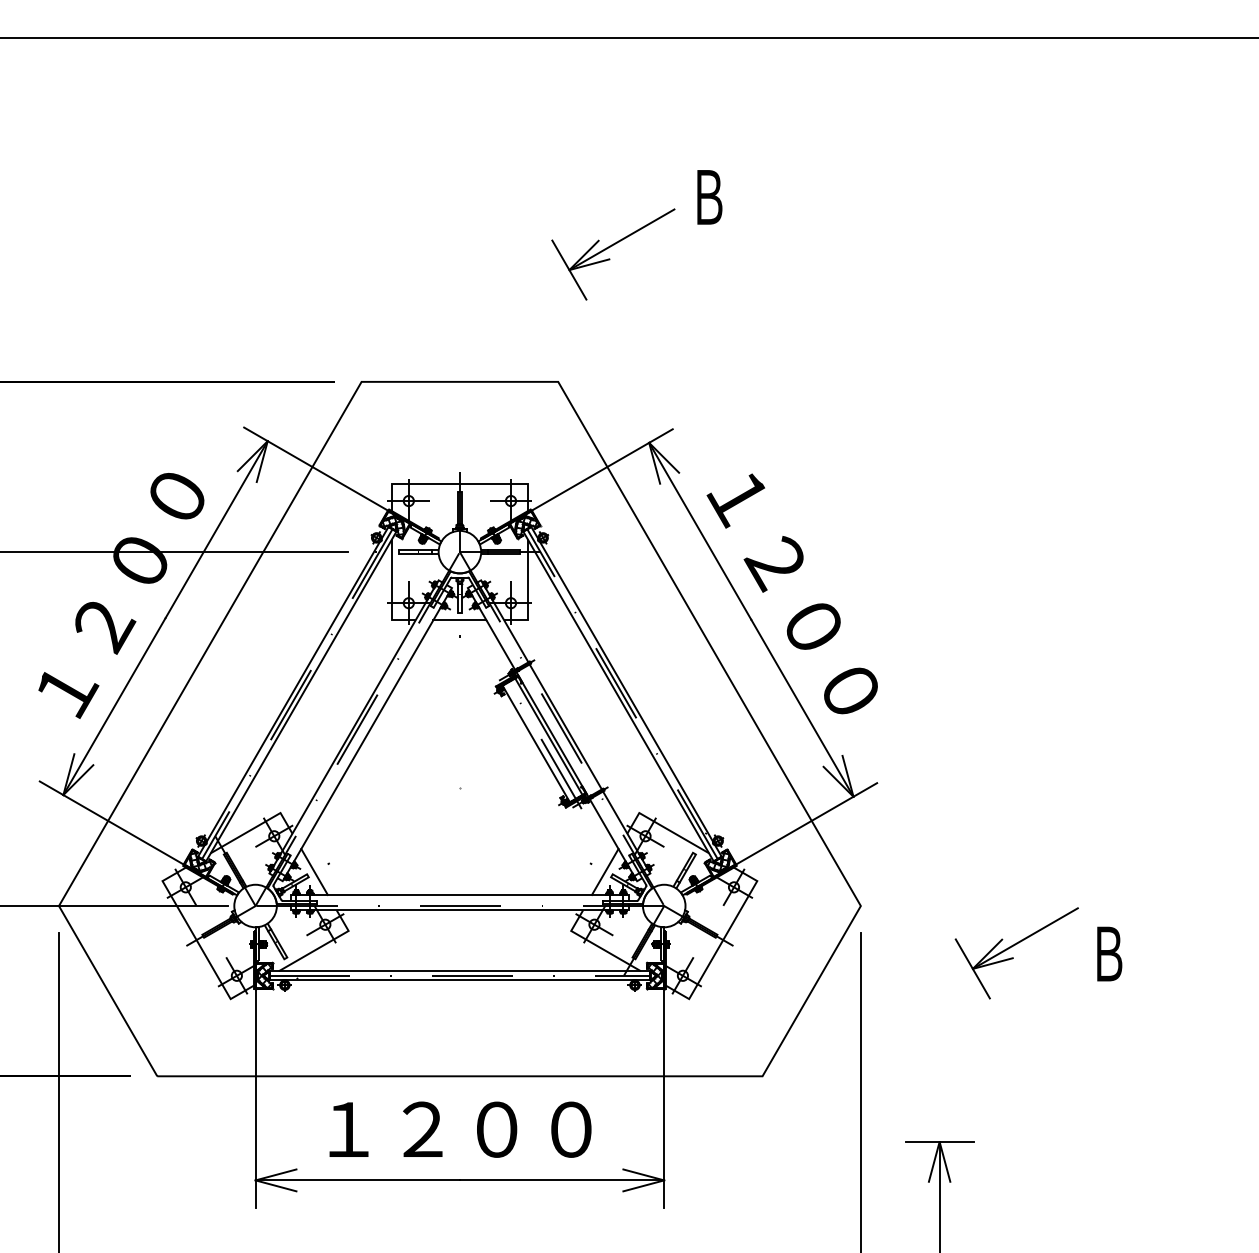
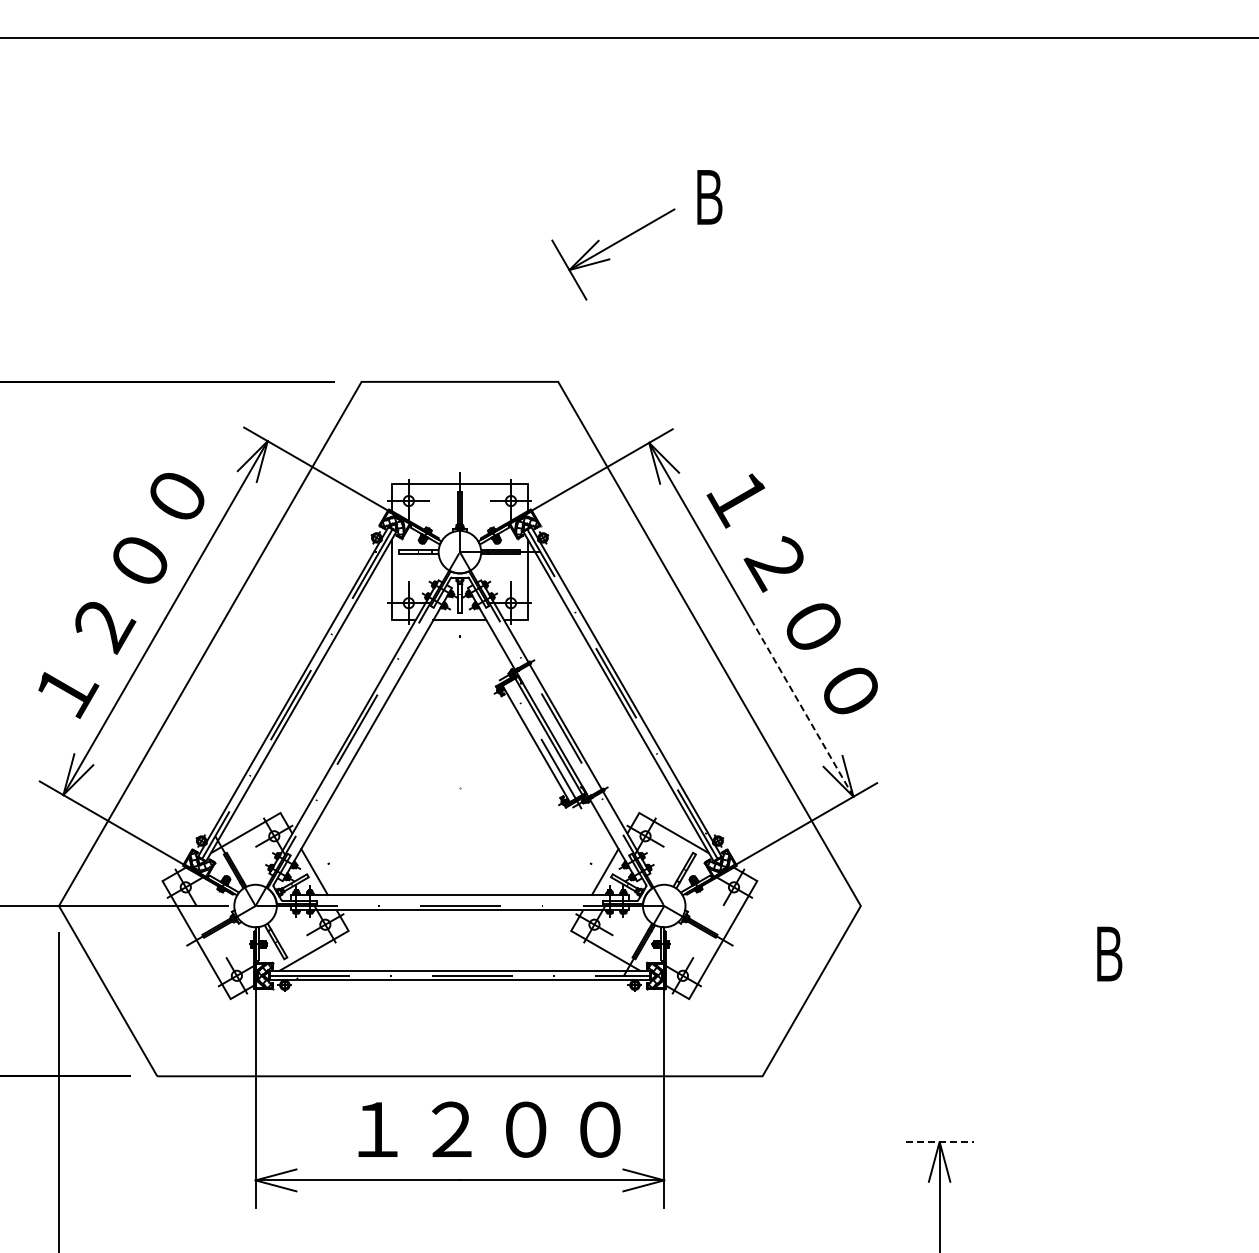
line at (175, 552): present -> none
line at (802, 707): solid -> dashed
part at (1016, 953): present -> none
line at (860, 1091): present -> none
text at (460, 1129) position: (460, 1129) -> (489, 1129)
line at (940, 1141): solid -> dashed
